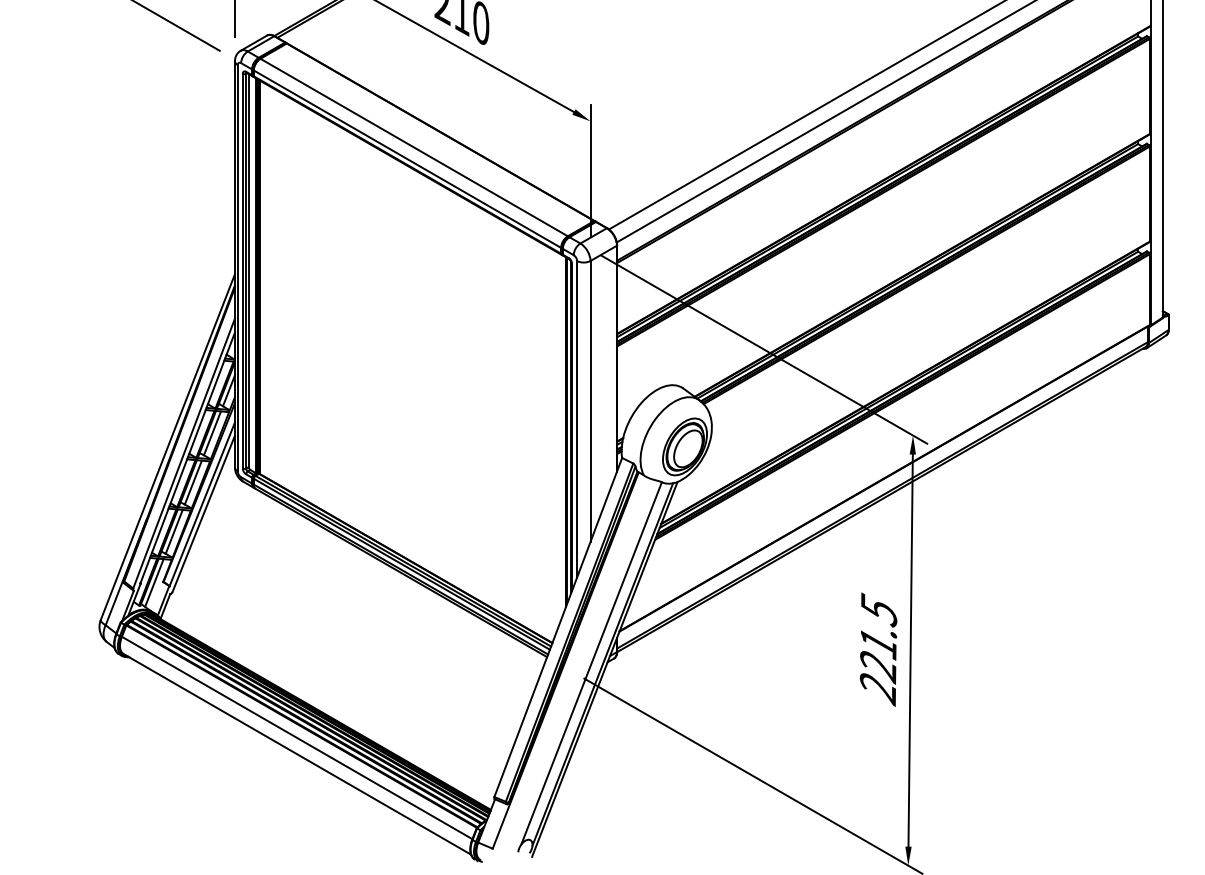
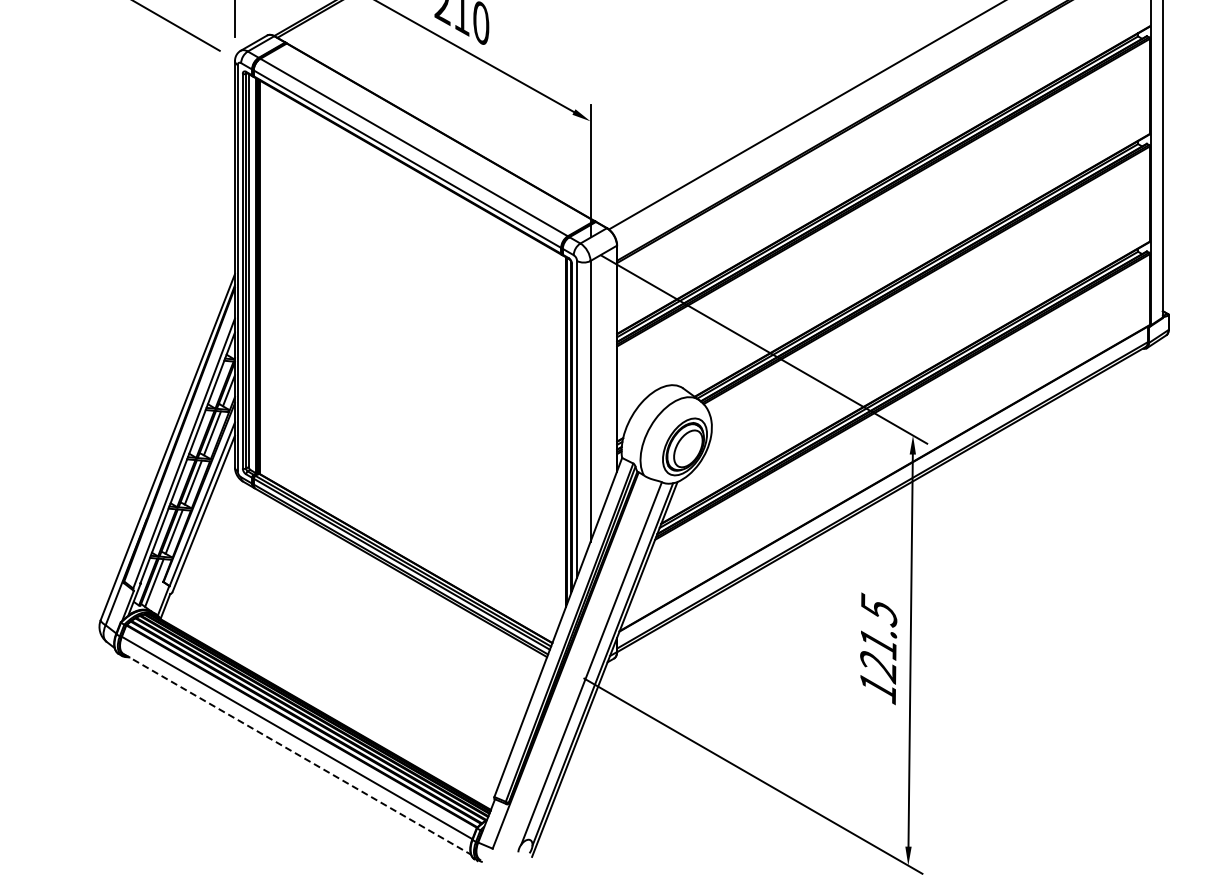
line at (824, 122): present -> none
text at (877, 689): 221.5 -> 121.5
line at (297, 754): solid -> dashed
